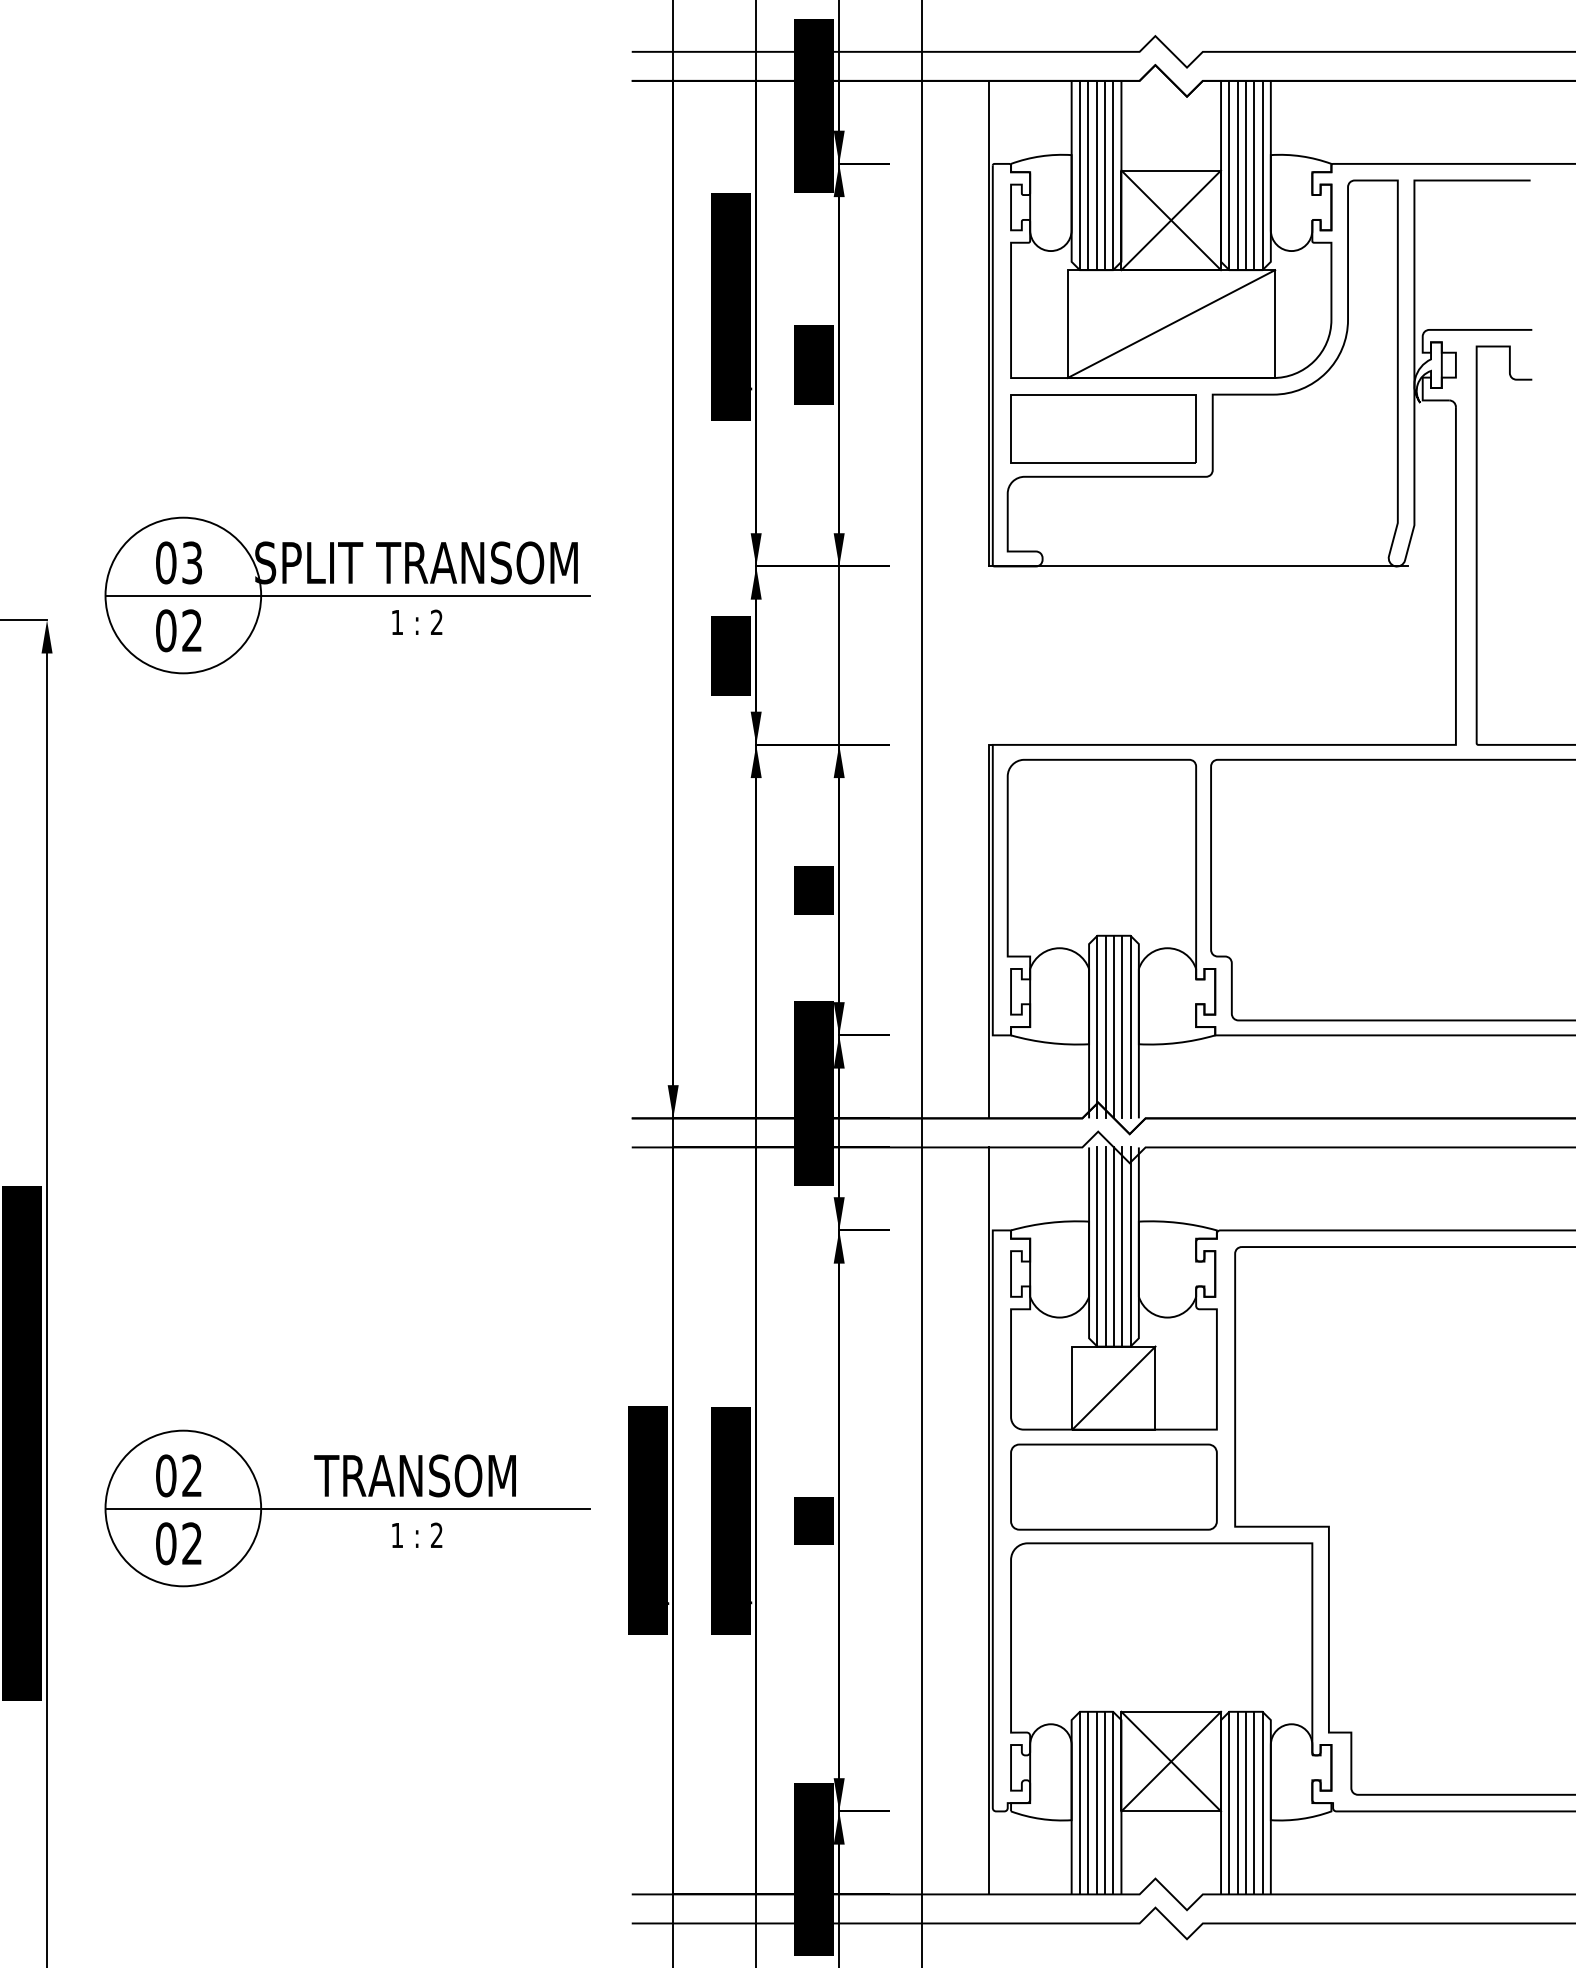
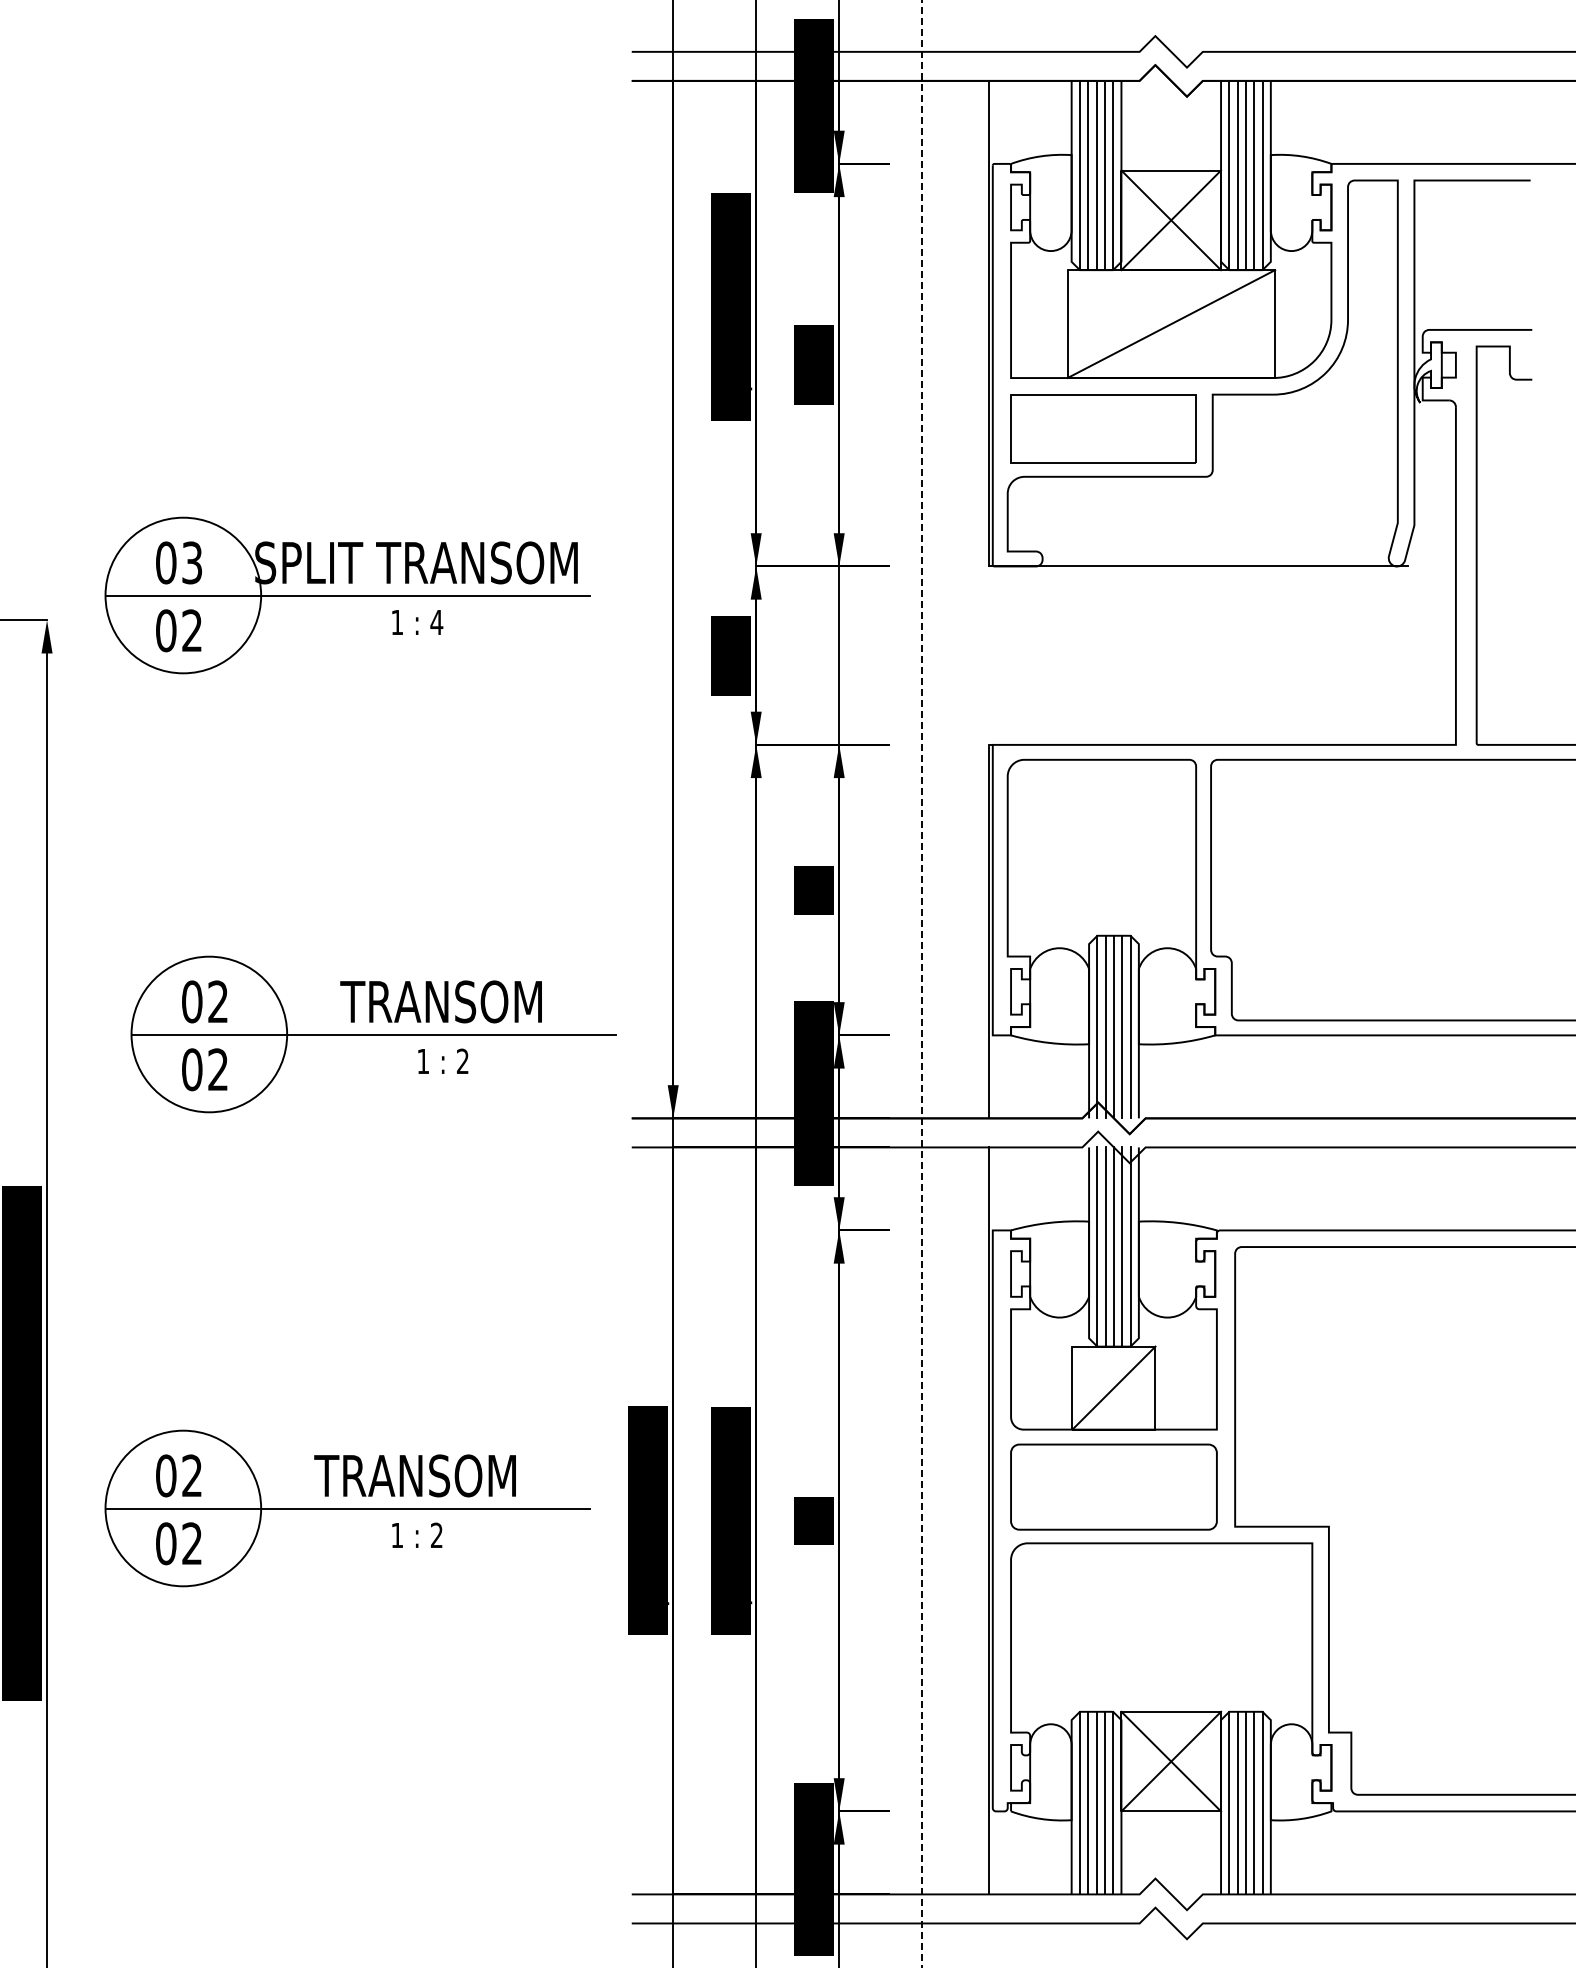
text at (436, 621): 2 -> 4
line at (922, 983): solid -> dashed
part at (373, 1034): none -> present
